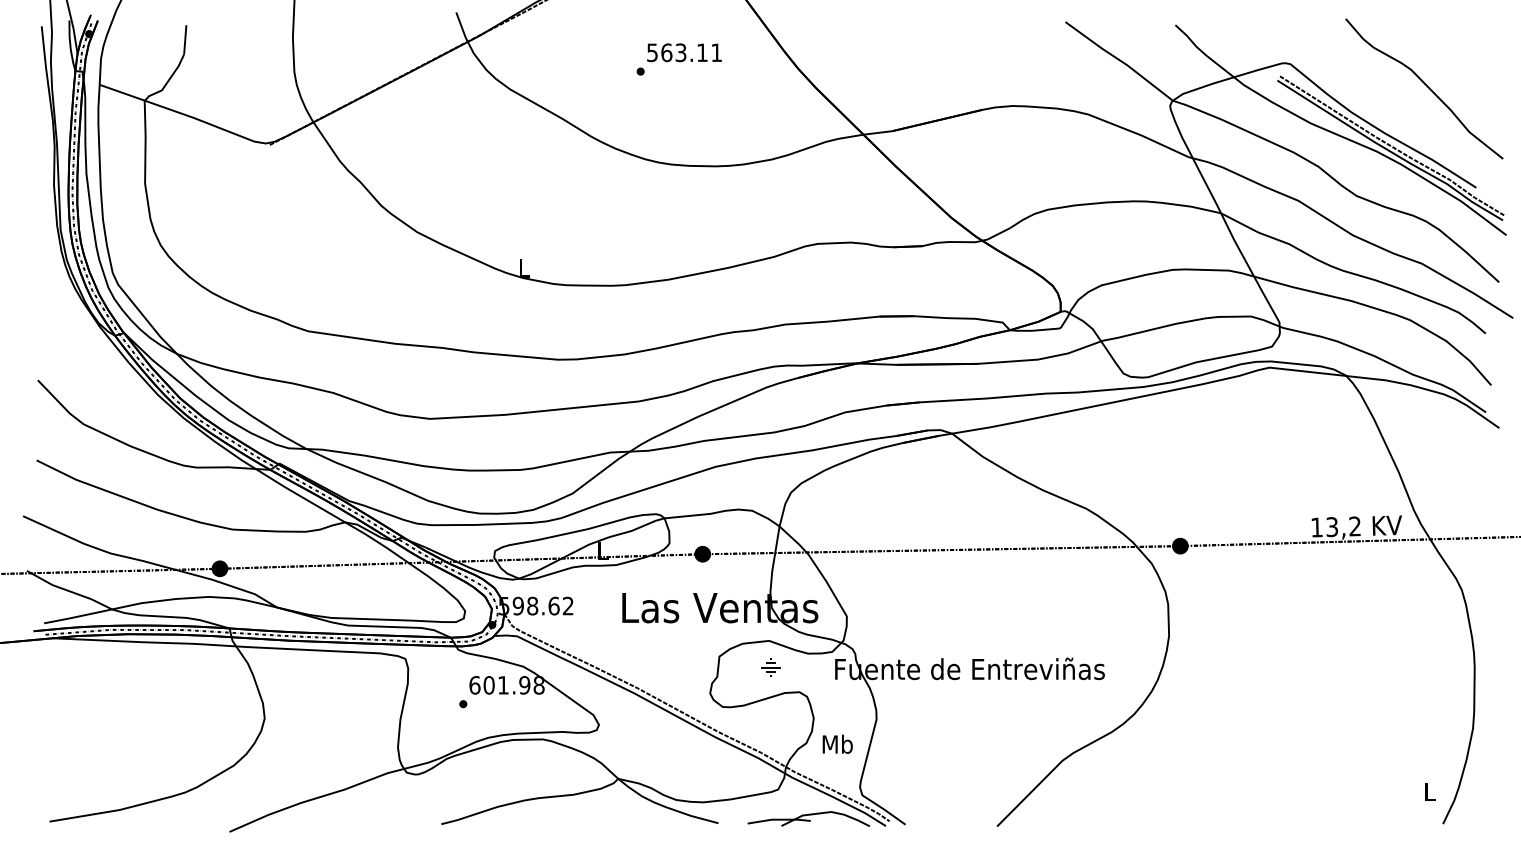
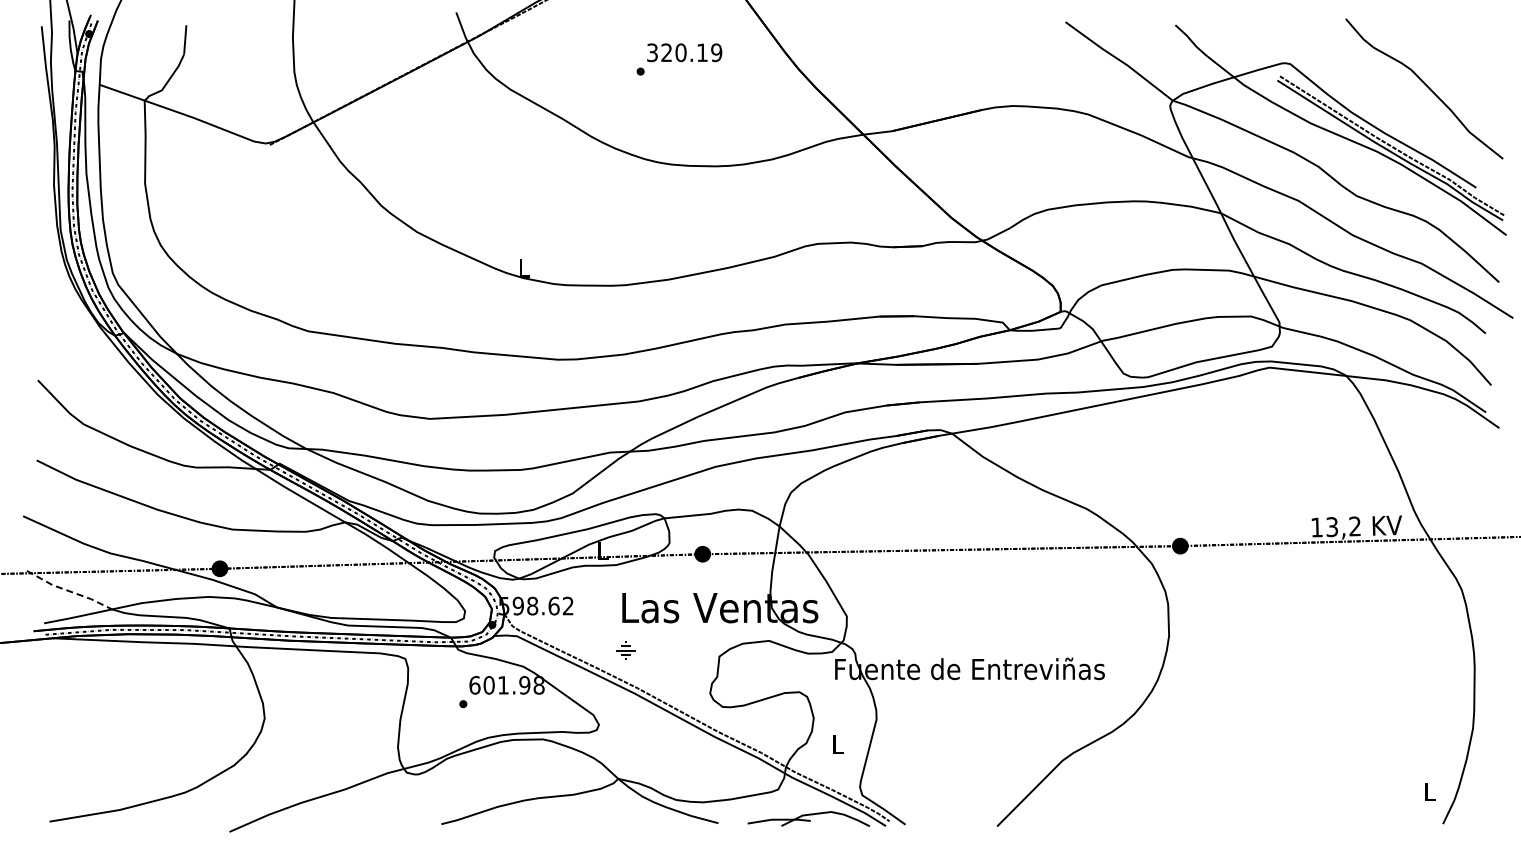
text at (684, 52): 563.11 -> 320.19
line at (69, 591): solid -> dashed
part at (770, 667) position: (770, 667) -> (625, 650)
text at (837, 743): Mb -> L
